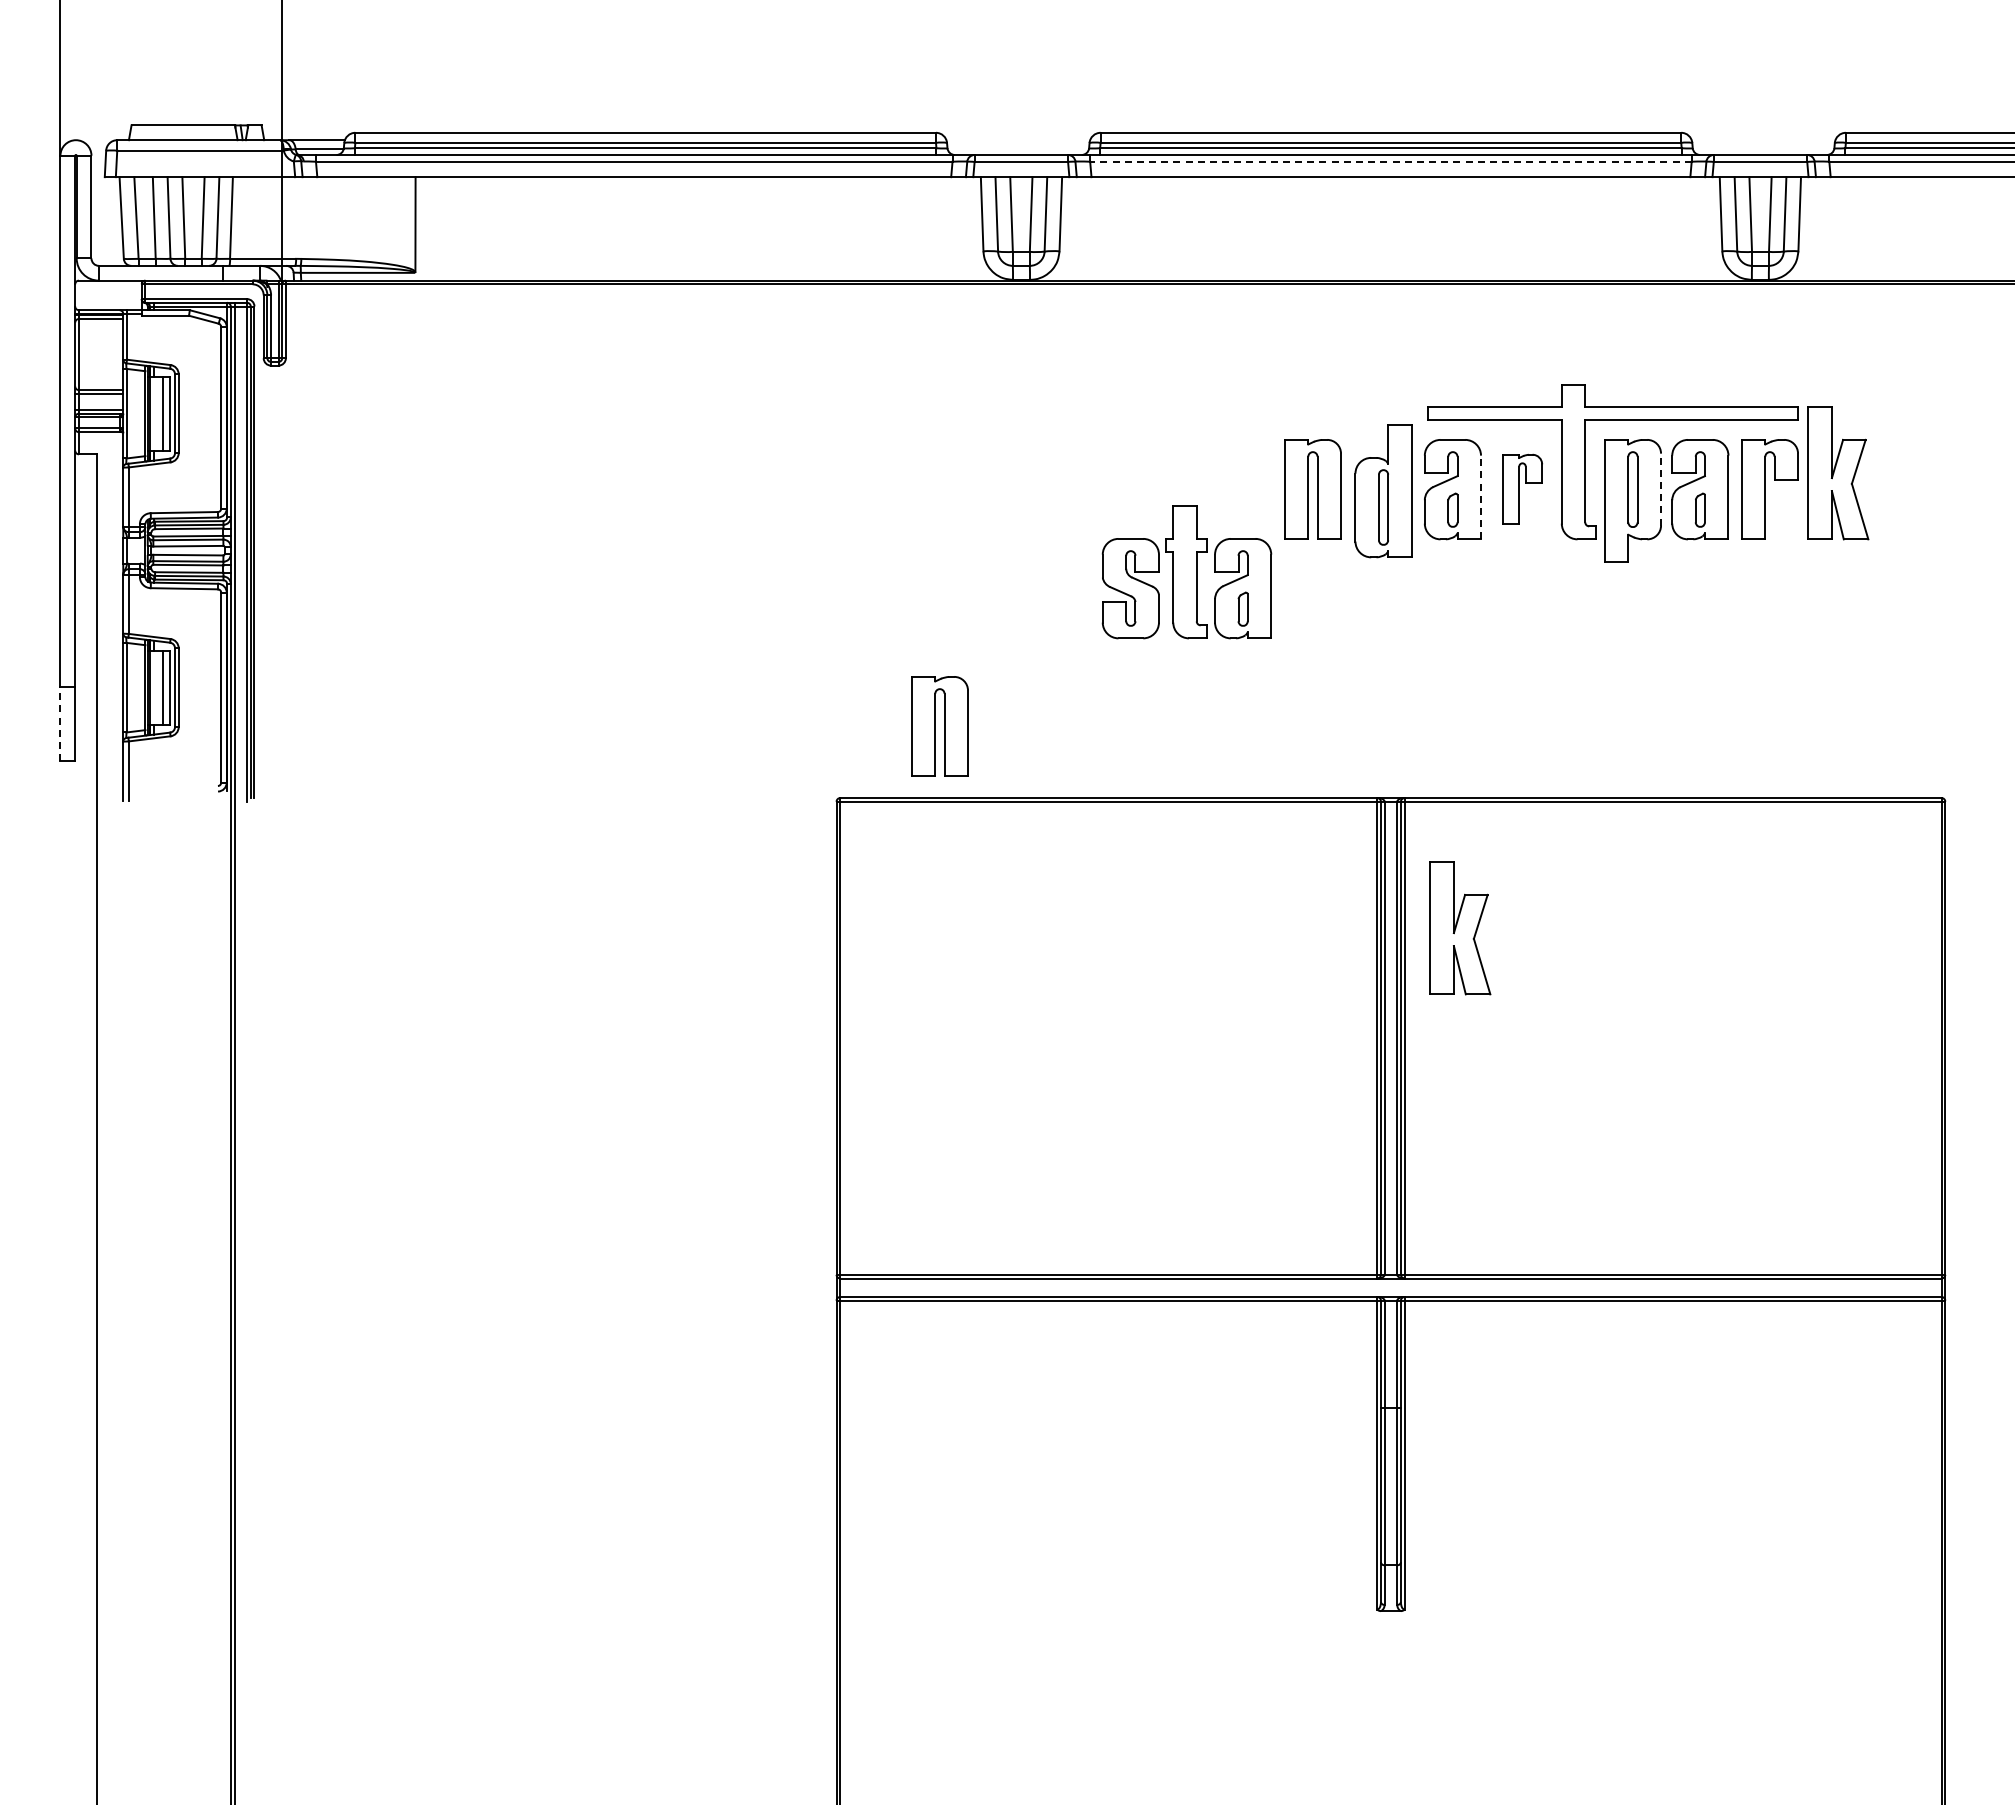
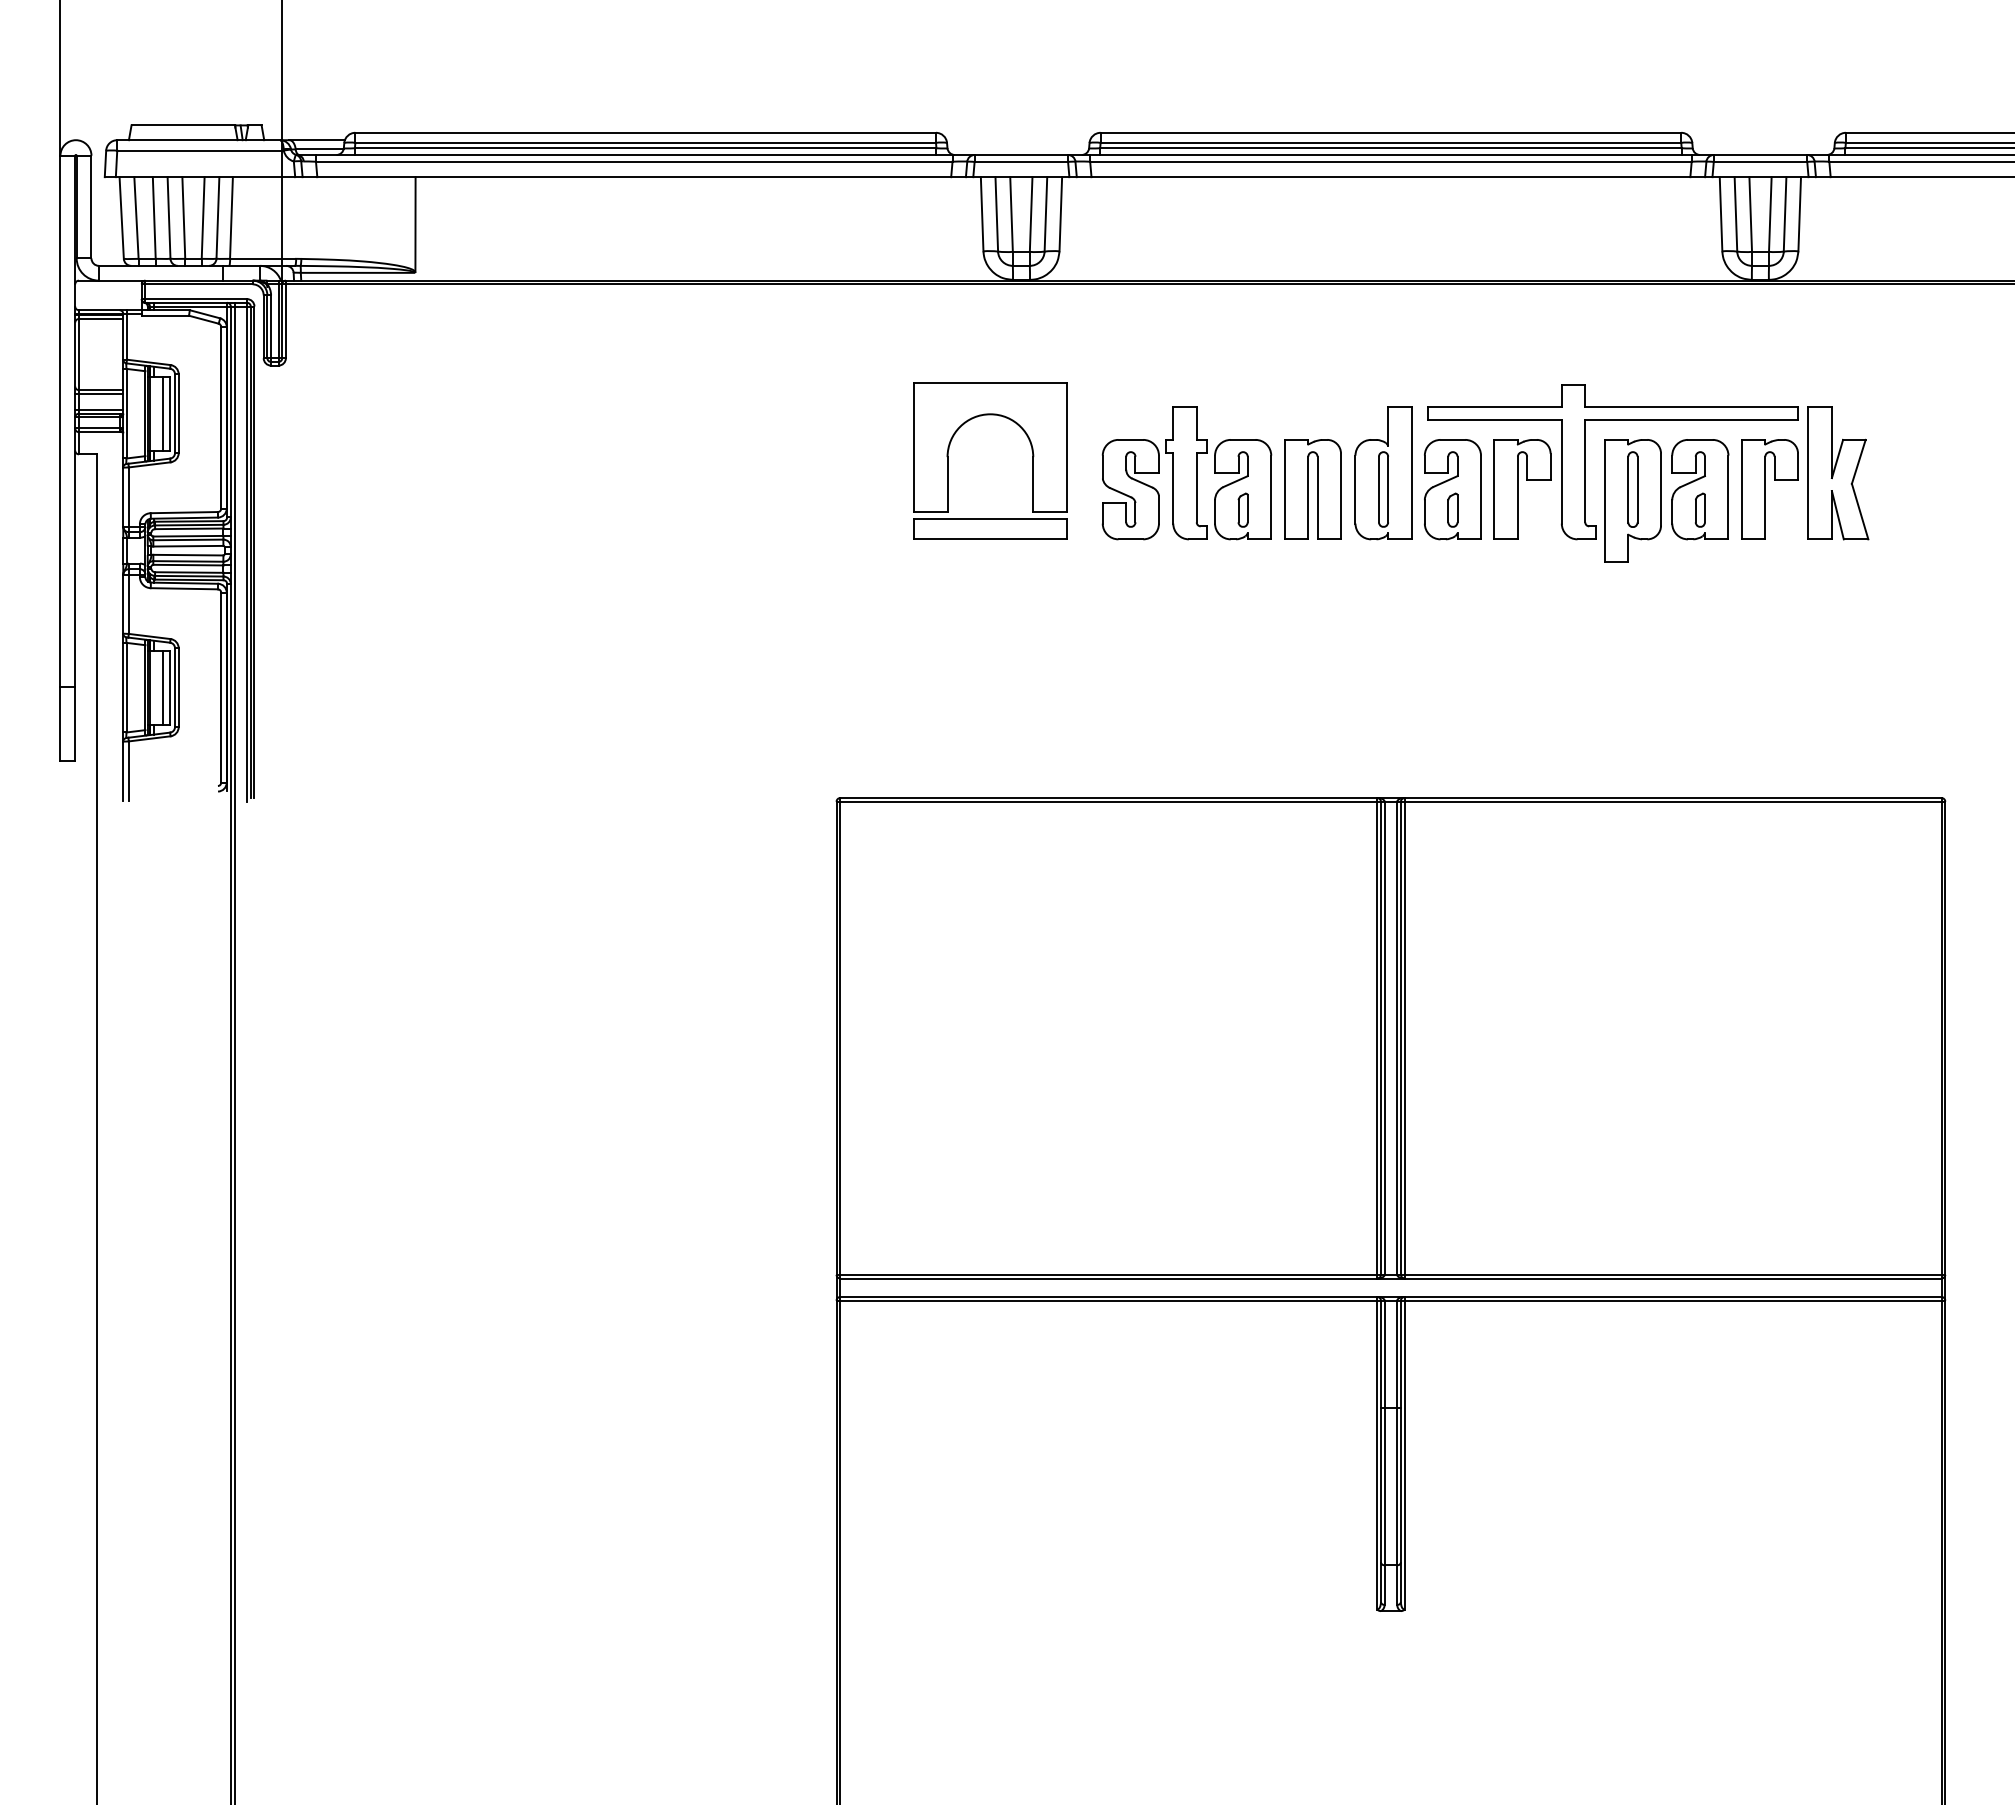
line at (1390, 161): dashed -> solid
part at (948, 460): none -> present
part at (1522, 488) size: 41x72 px -> 59x101 px
line at (1661, 489): dashed -> solid
part at (1383, 491) position: (1383, 491) -> (1383, 473)
line at (1481, 497): dashed -> solid
part at (1186, 572) position: (1186, 572) -> (1186, 473)
line at (60, 724): dashed -> solid
part at (939, 726): present -> none
part at (1460, 928): present -> none
